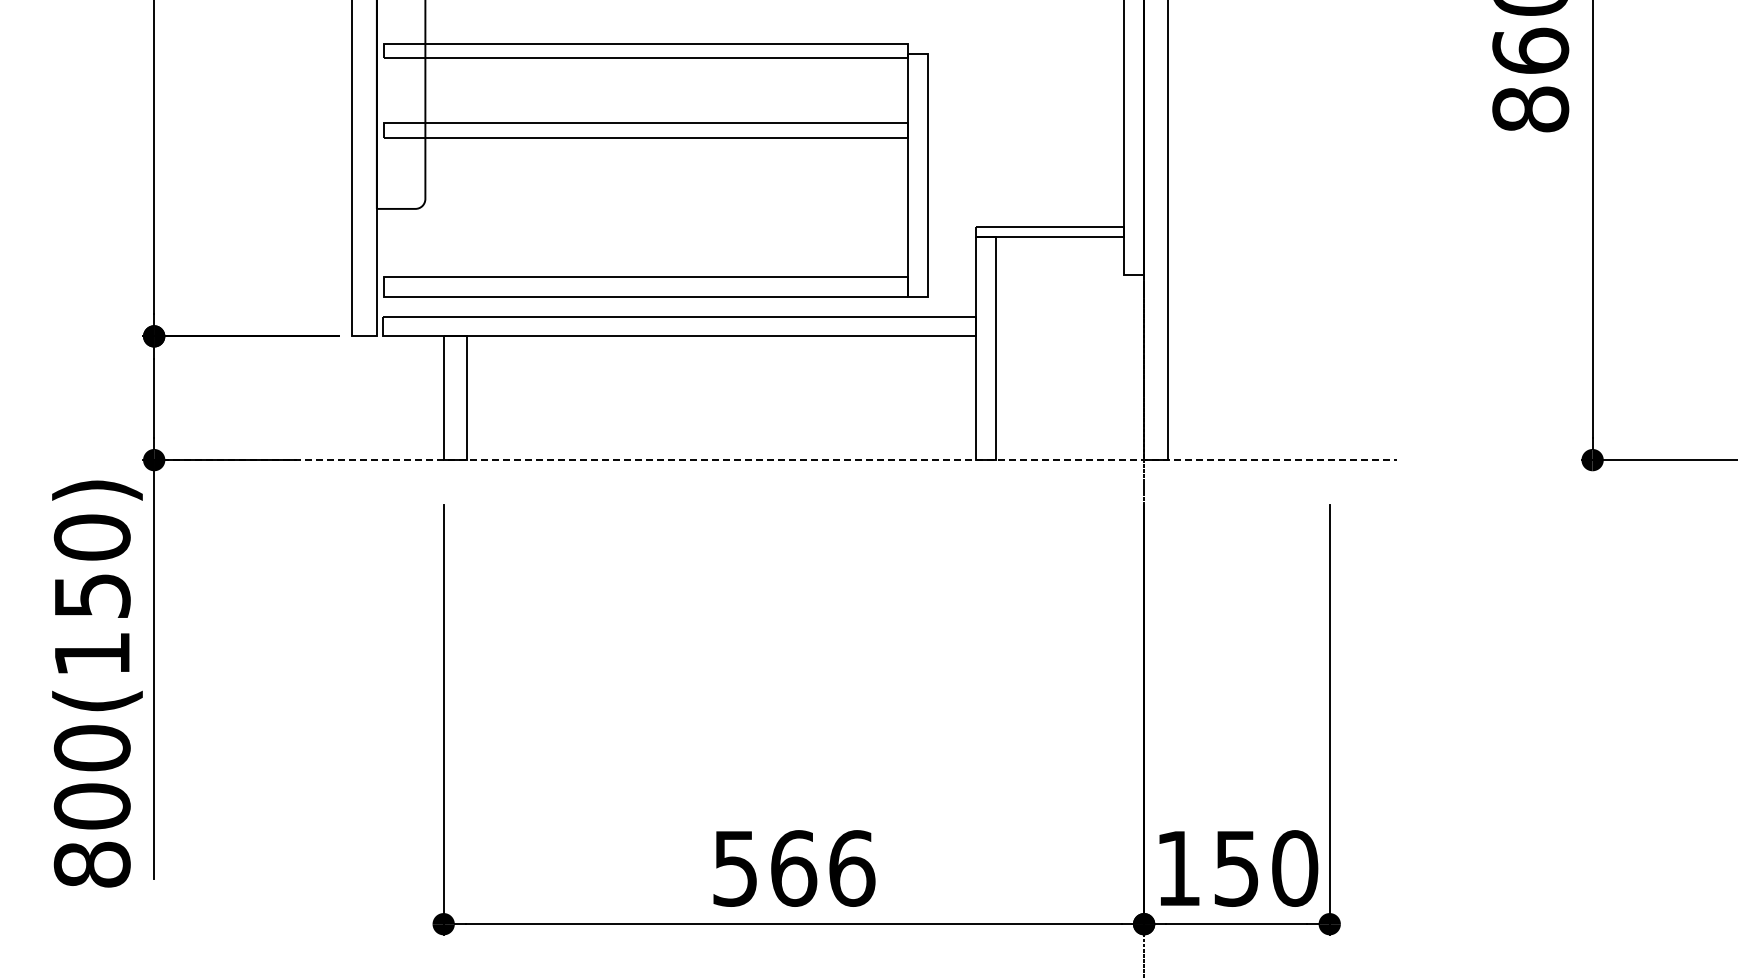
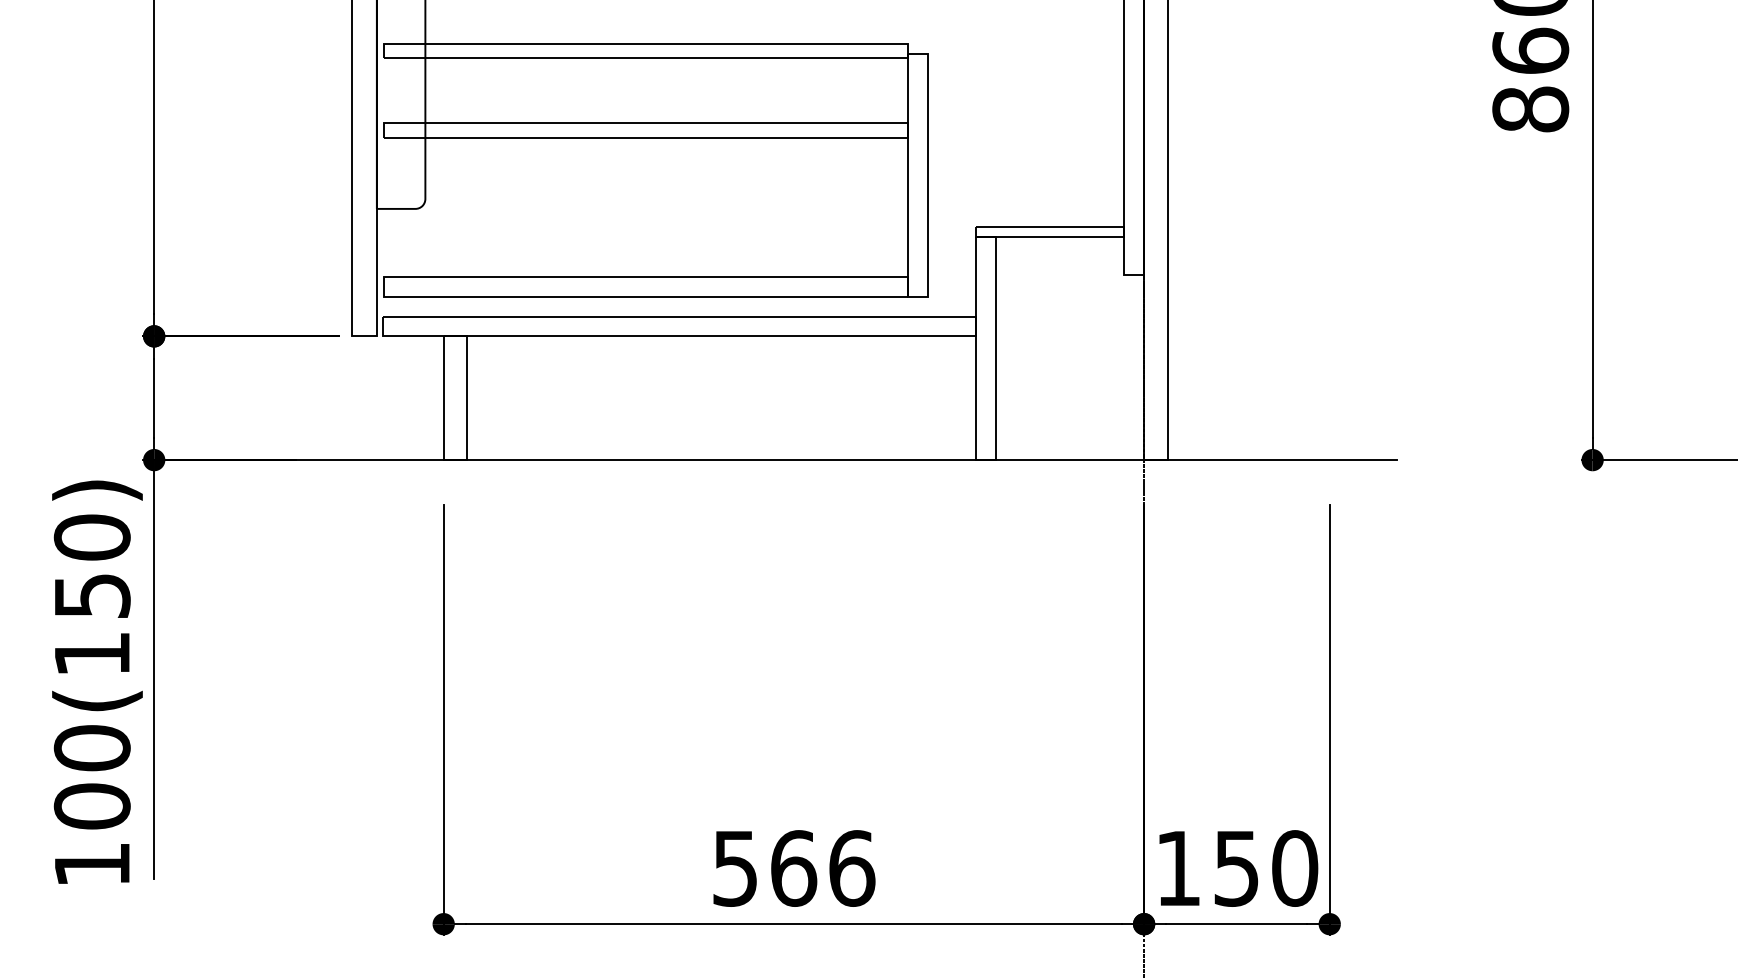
line at (779, 460): dashed -> solid
text at (91, 864): 800(150) -> 100(150)
